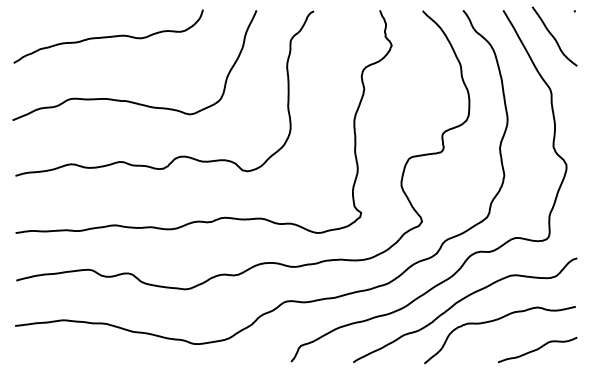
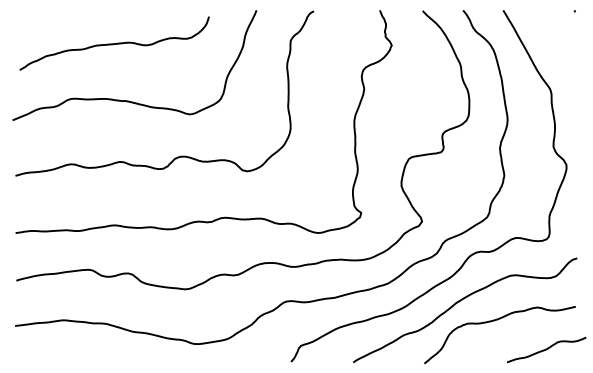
curve at (108, 36) position: (108, 36) -> (114, 43)
curve at (554, 36): present -> none
curve at (537, 349) position: (537, 349) -> (546, 349)
